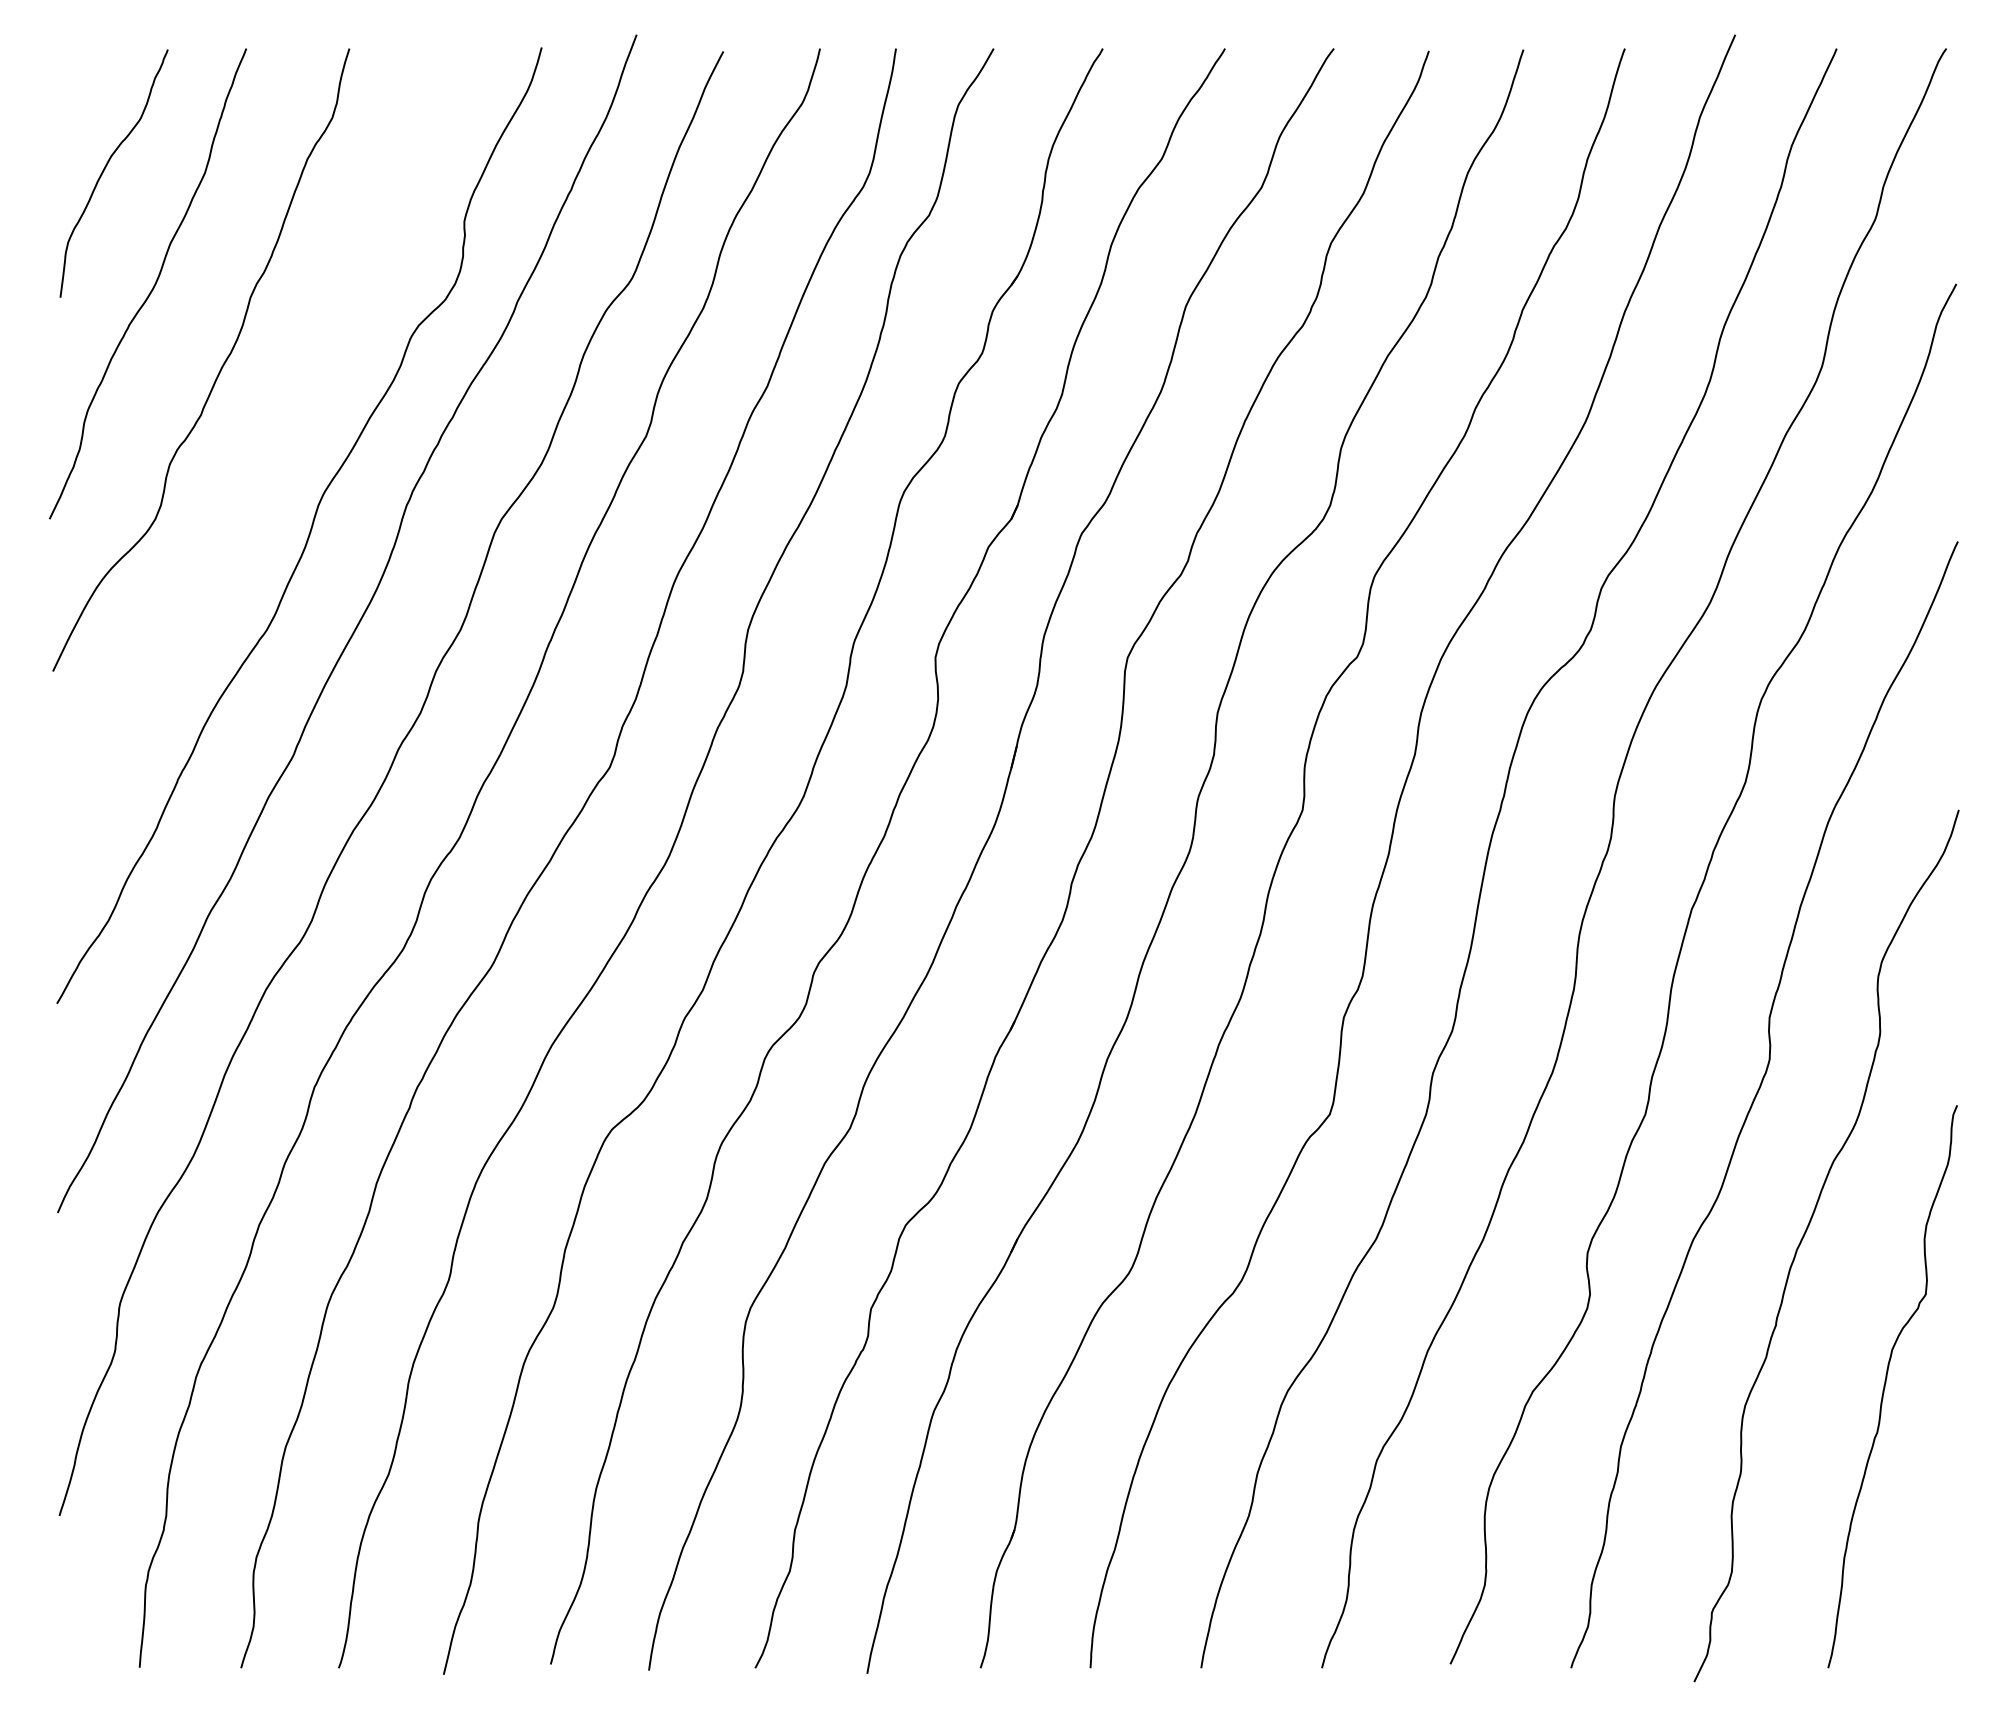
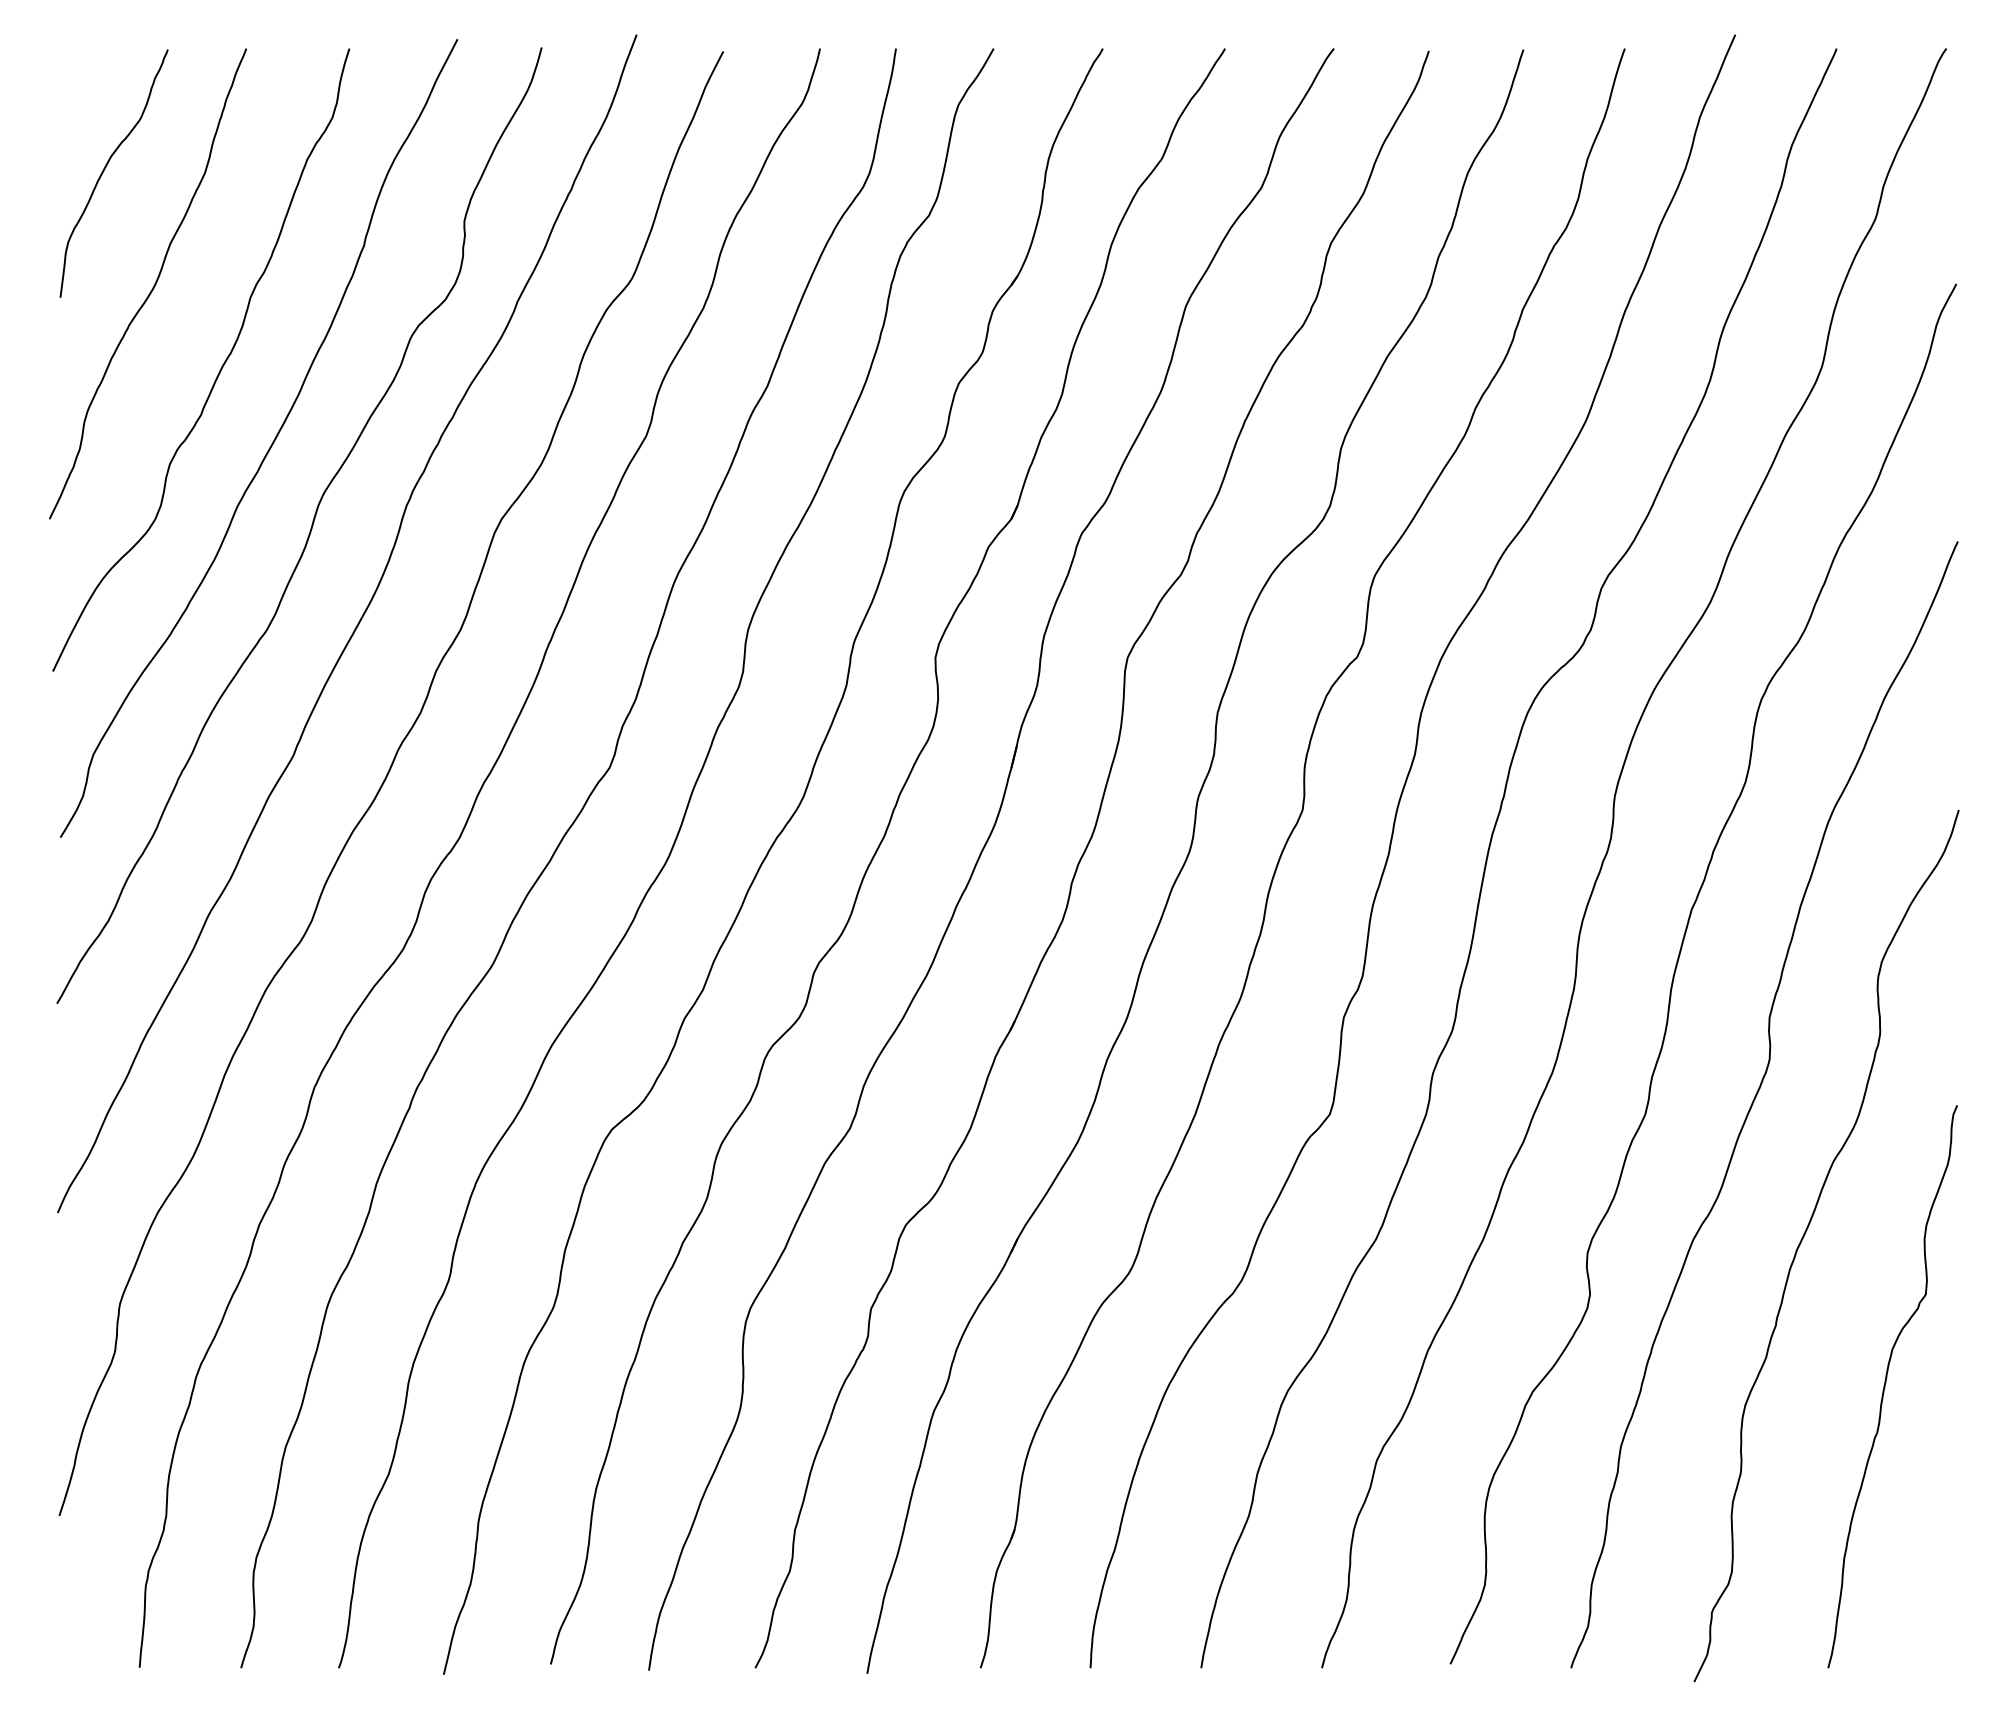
curve at (271, 443): none -> present
